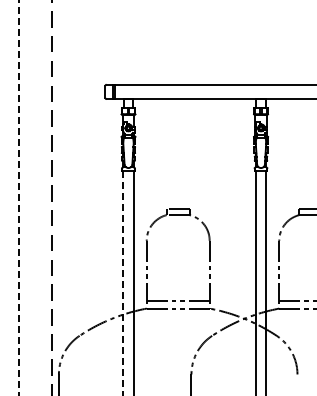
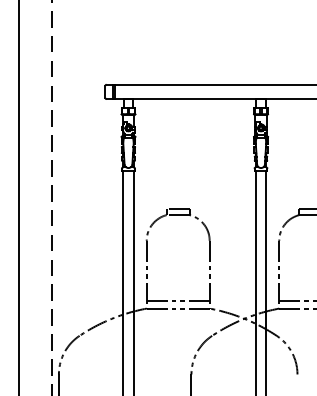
line at (19, 198): dashed -> solid
line at (123, 283): dashed -> solid
